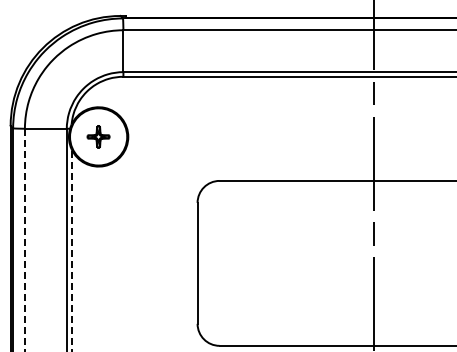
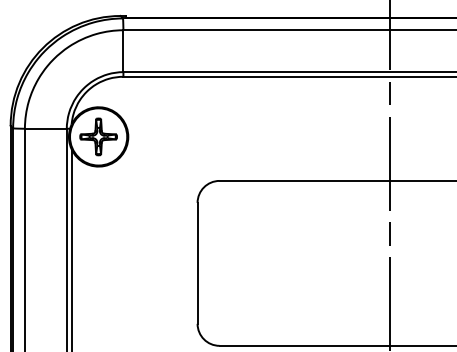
part at (98, 136) size: 25x24 px -> 39x40 px
line at (374, 175) position: (374, 175) -> (390, 175)
line at (24, 239): dashed -> solid
line at (71, 249): dashed -> solid
